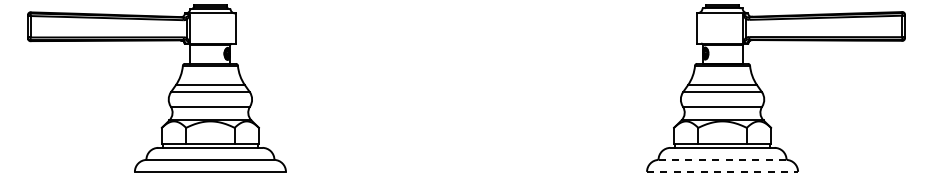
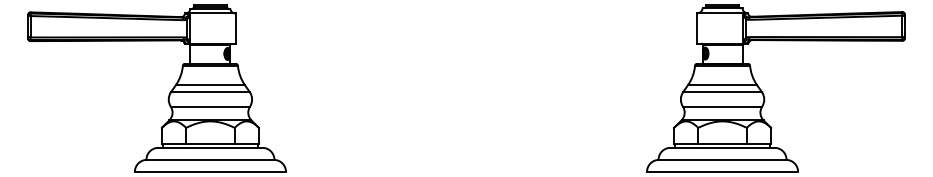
line at (723, 159): dashed -> solid
line at (722, 171): dashed -> solid
